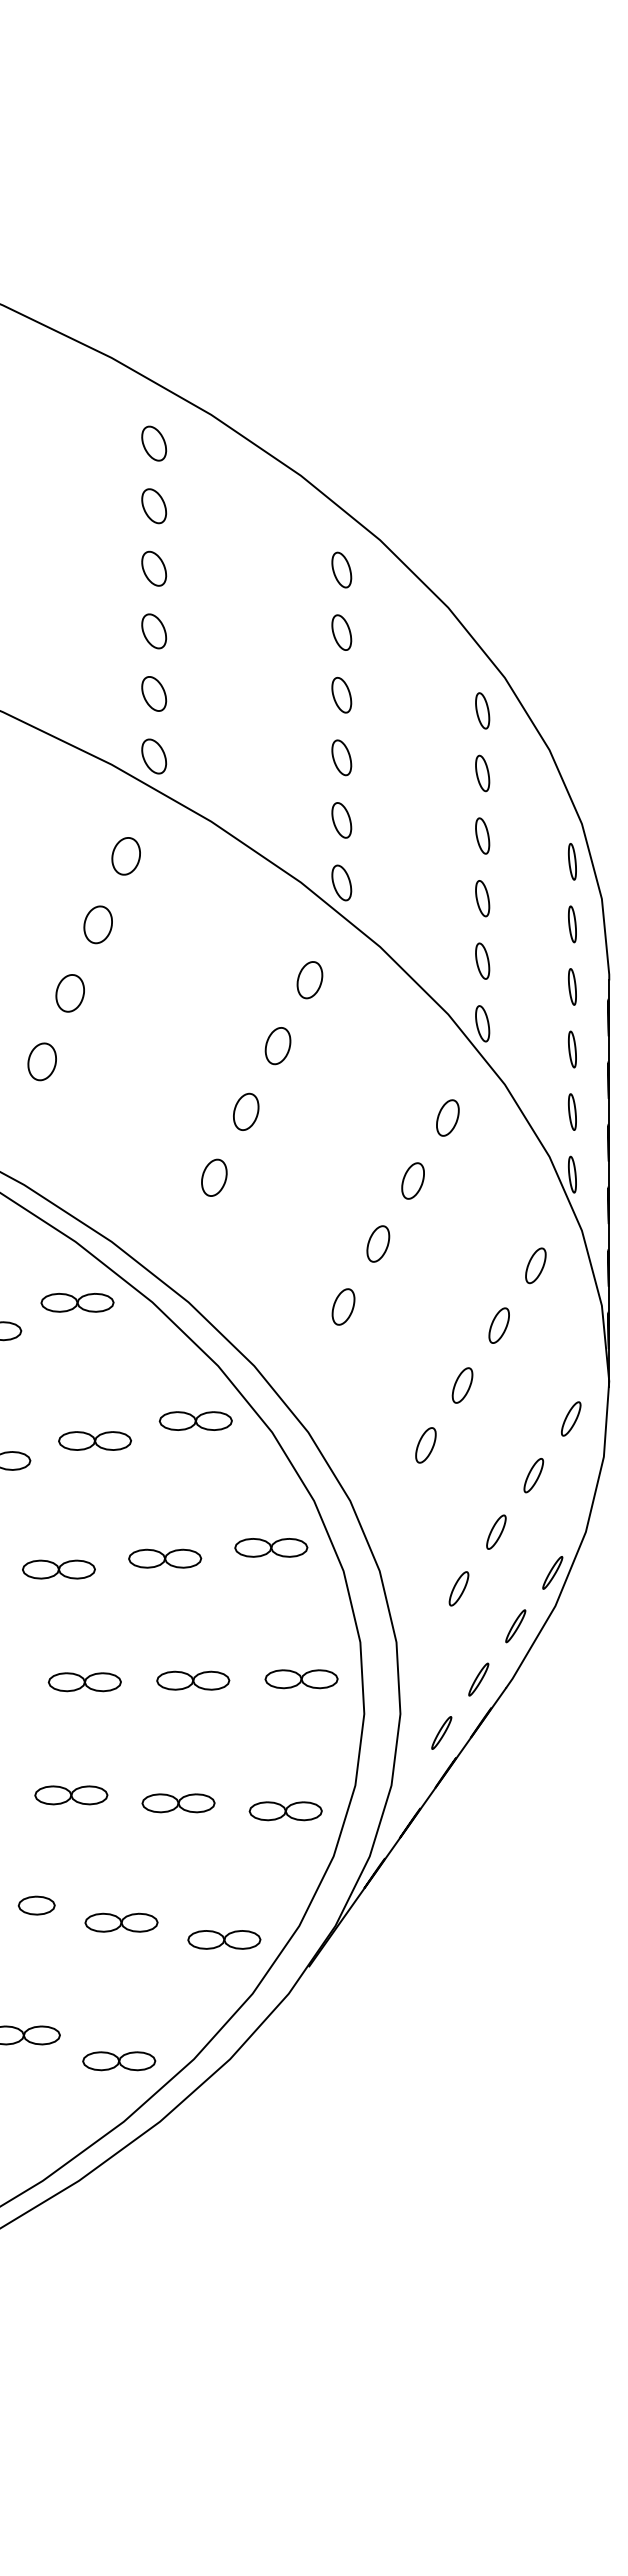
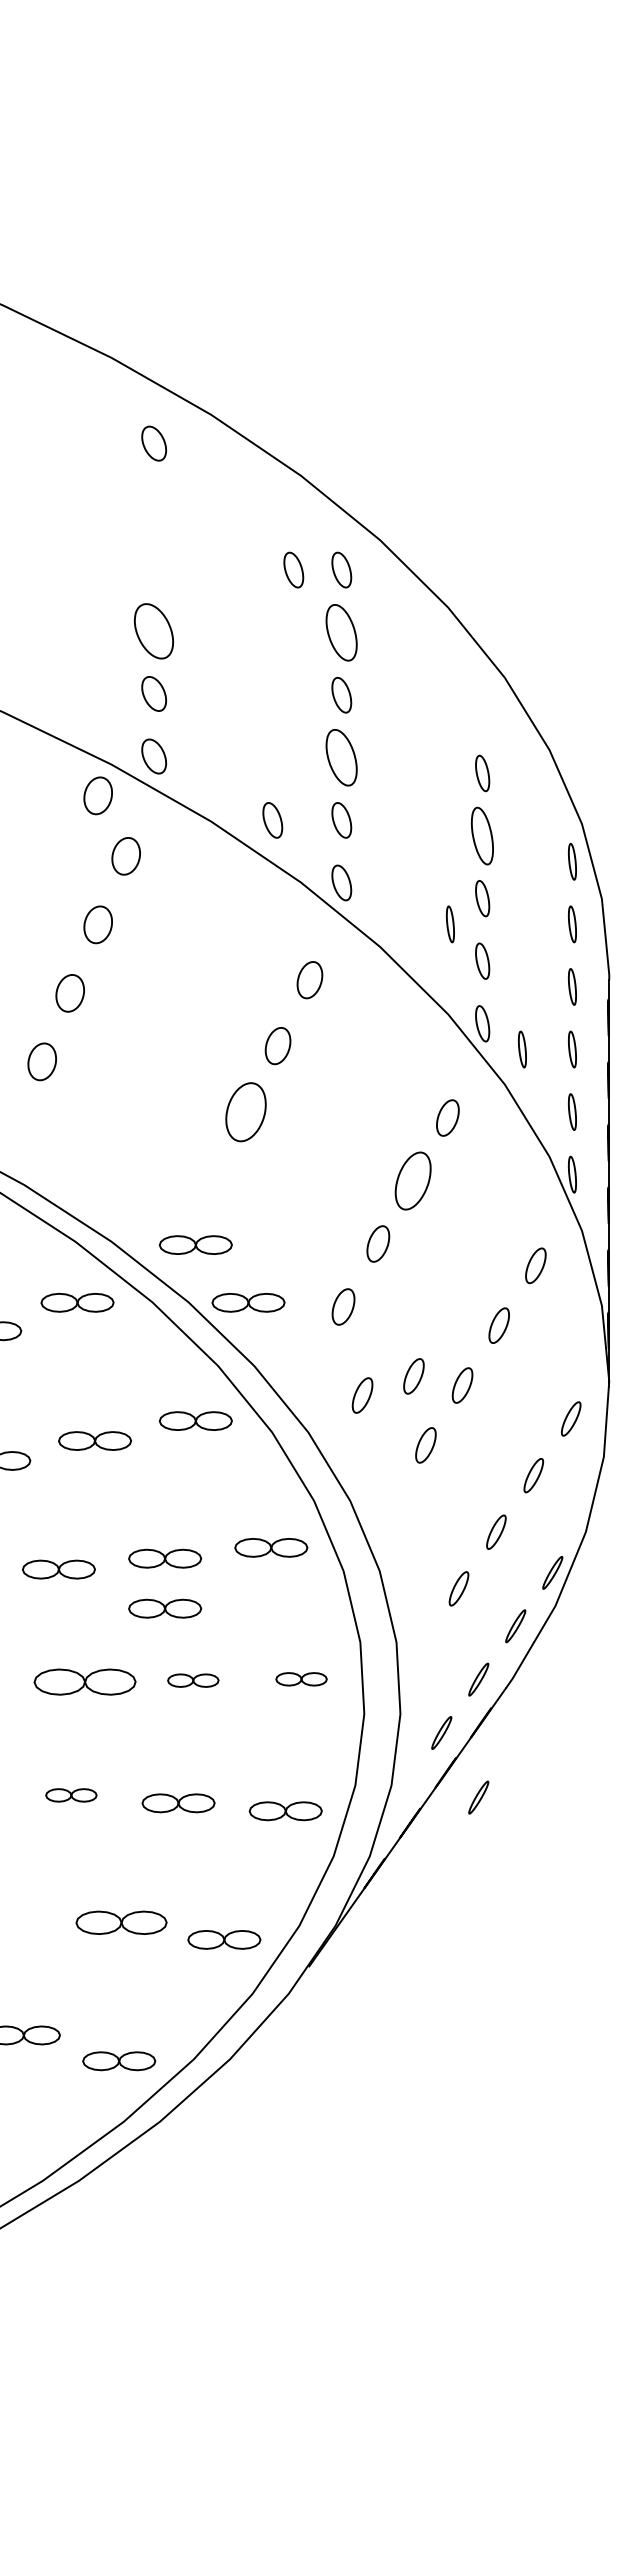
part at (154, 506): present -> none
part at (154, 568): present -> none
part at (293, 569): none -> present
part at (154, 631) size: 27x37 px -> 42x57 px
part at (341, 632) size: 22x37 px -> 33x58 px
part at (482, 710): present -> none
part at (341, 757) size: 22x38 px -> 33x58 px
part at (97, 795): none -> present
part at (272, 820): none -> present
part at (482, 835) size: 16x38 px -> 24x60 px
part at (450, 924): none -> present
part at (522, 1049): none -> present
part at (246, 1111) size: 27x39 px -> 42x61 px
part at (214, 1177): present -> none
part at (412, 1180) size: 24x38 px -> 38x60 px
part at (195, 1244): none -> present
part at (248, 1302): none -> present
part at (413, 1376): none -> present
part at (362, 1395): none -> present
part at (165, 1608): none -> present
part at (301, 1679) size: 75x21 px -> 53x15 px
part at (193, 1680) size: 75x21 px -> 53x15 px
part at (84, 1682) size: 75x21 px -> 104x28 px
part at (71, 1795) size: 75x21 px -> 53x15 px
part at (478, 1797): none -> present
part at (36, 1905): present -> none
part at (121, 1922) size: 75x21 px -> 93x25 px
